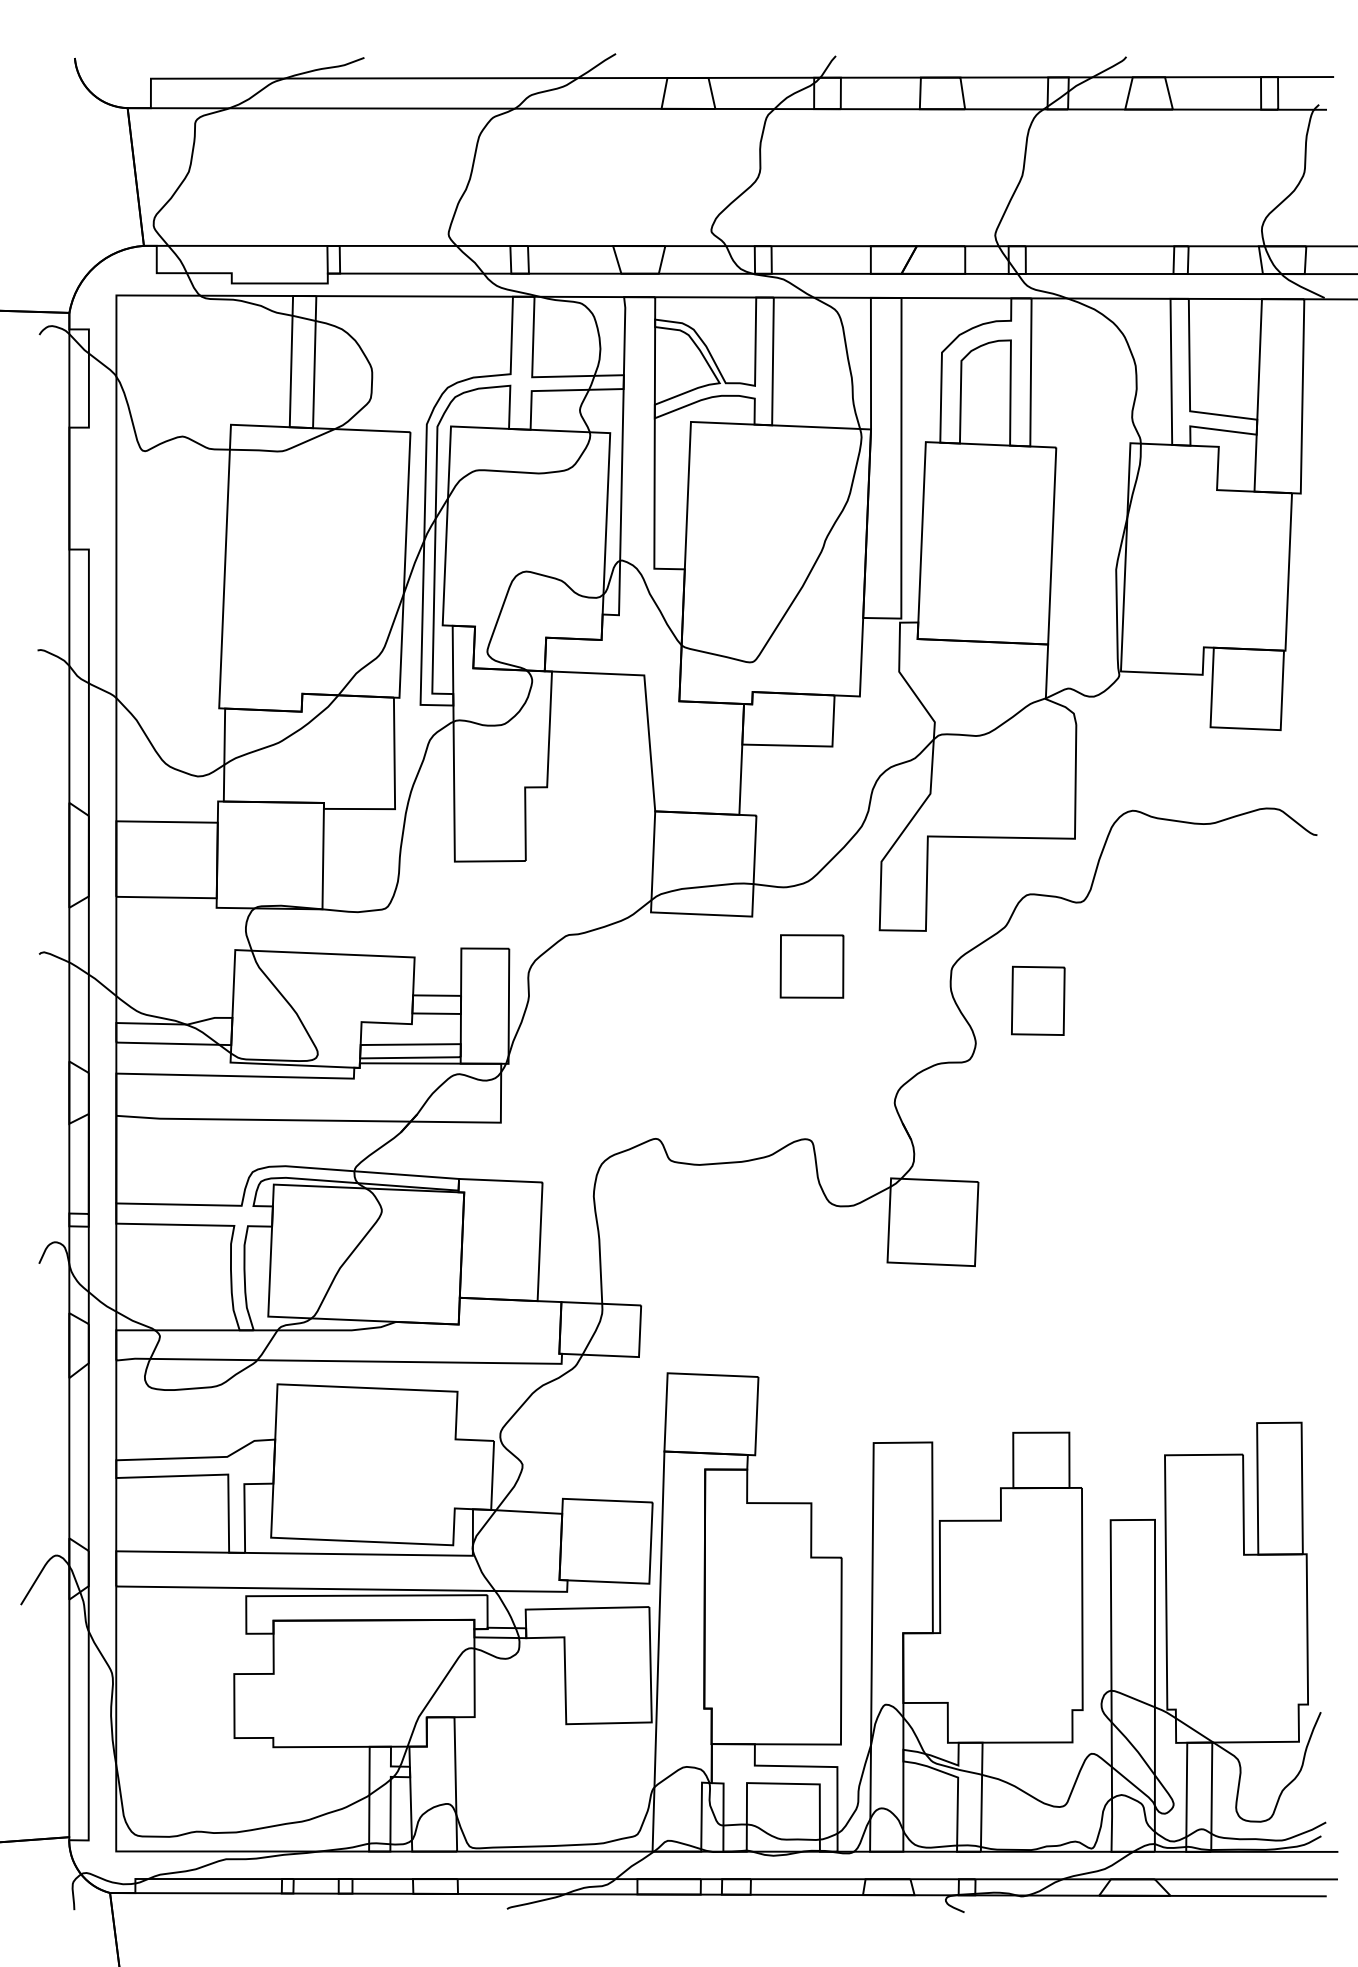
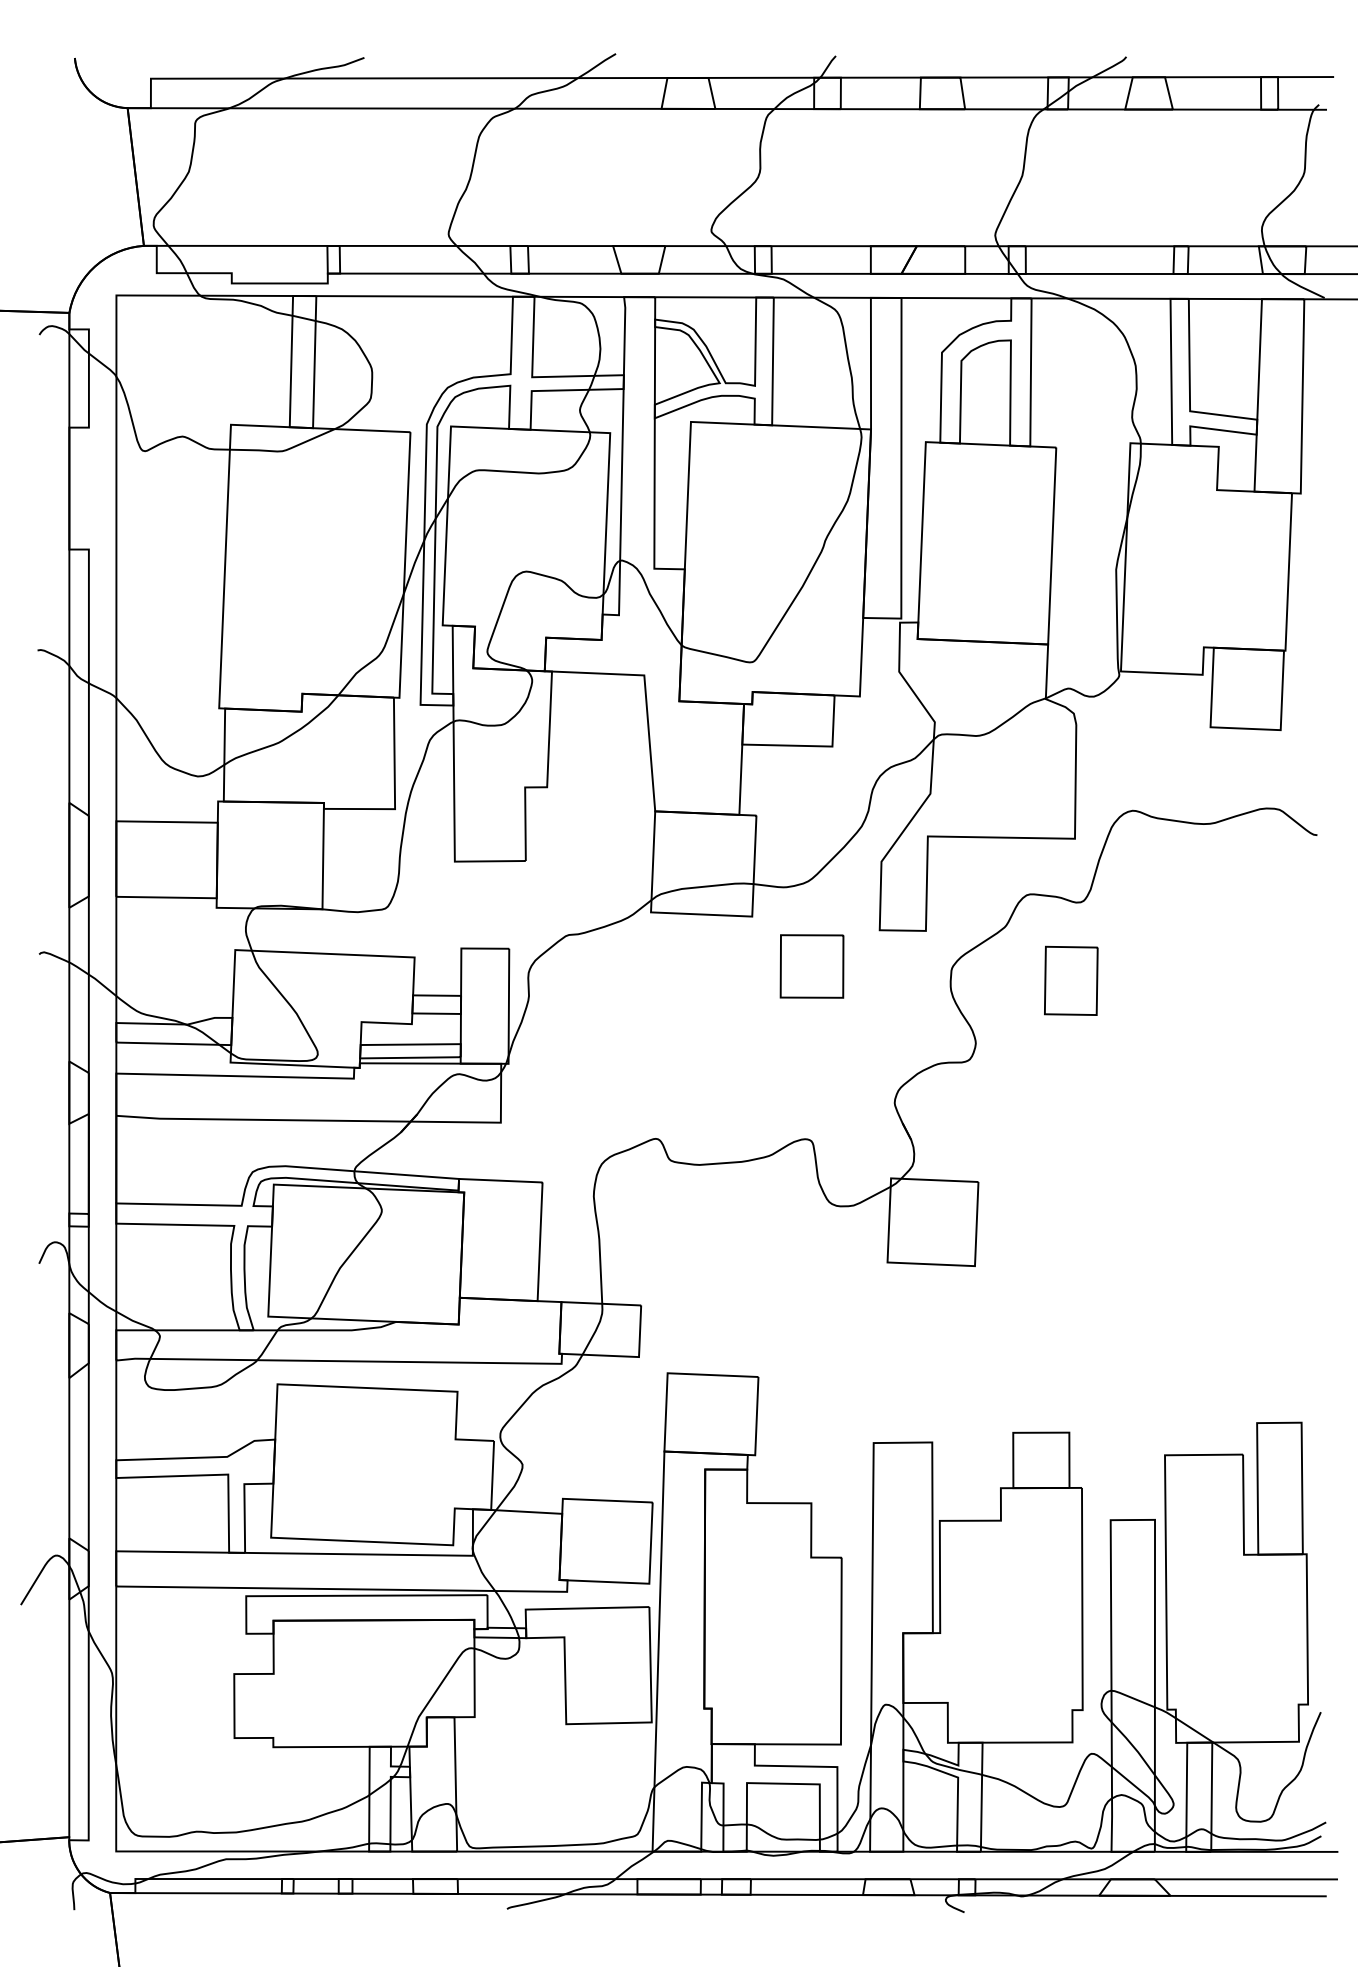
part at (1038, 1000) position: (1038, 1000) -> (1071, 980)
